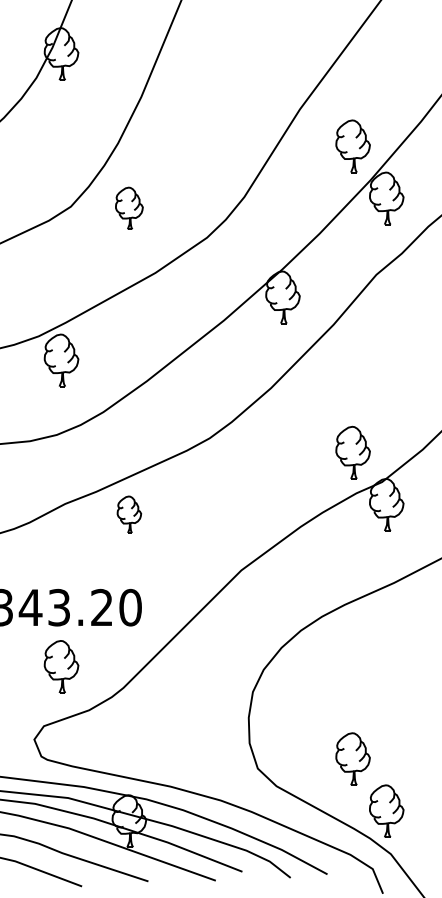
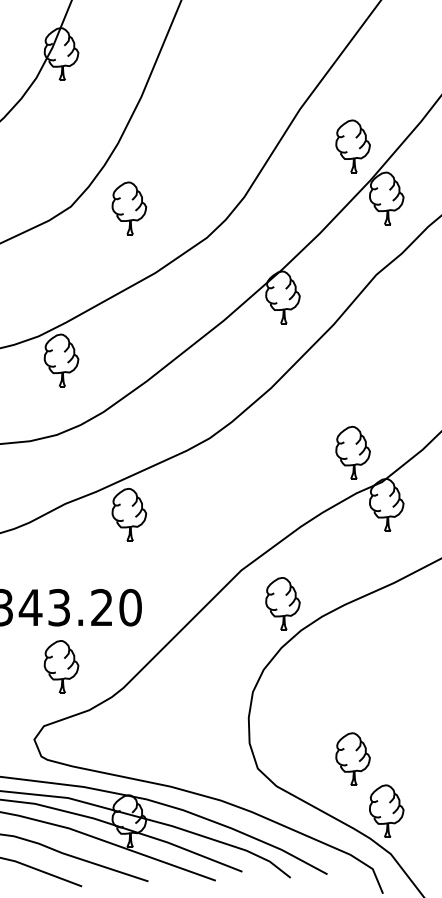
part at (129, 207) size: 29x44 px -> 37x55 px
part at (129, 514) size: 27x39 px -> 37x55 px
part at (282, 603): none -> present
